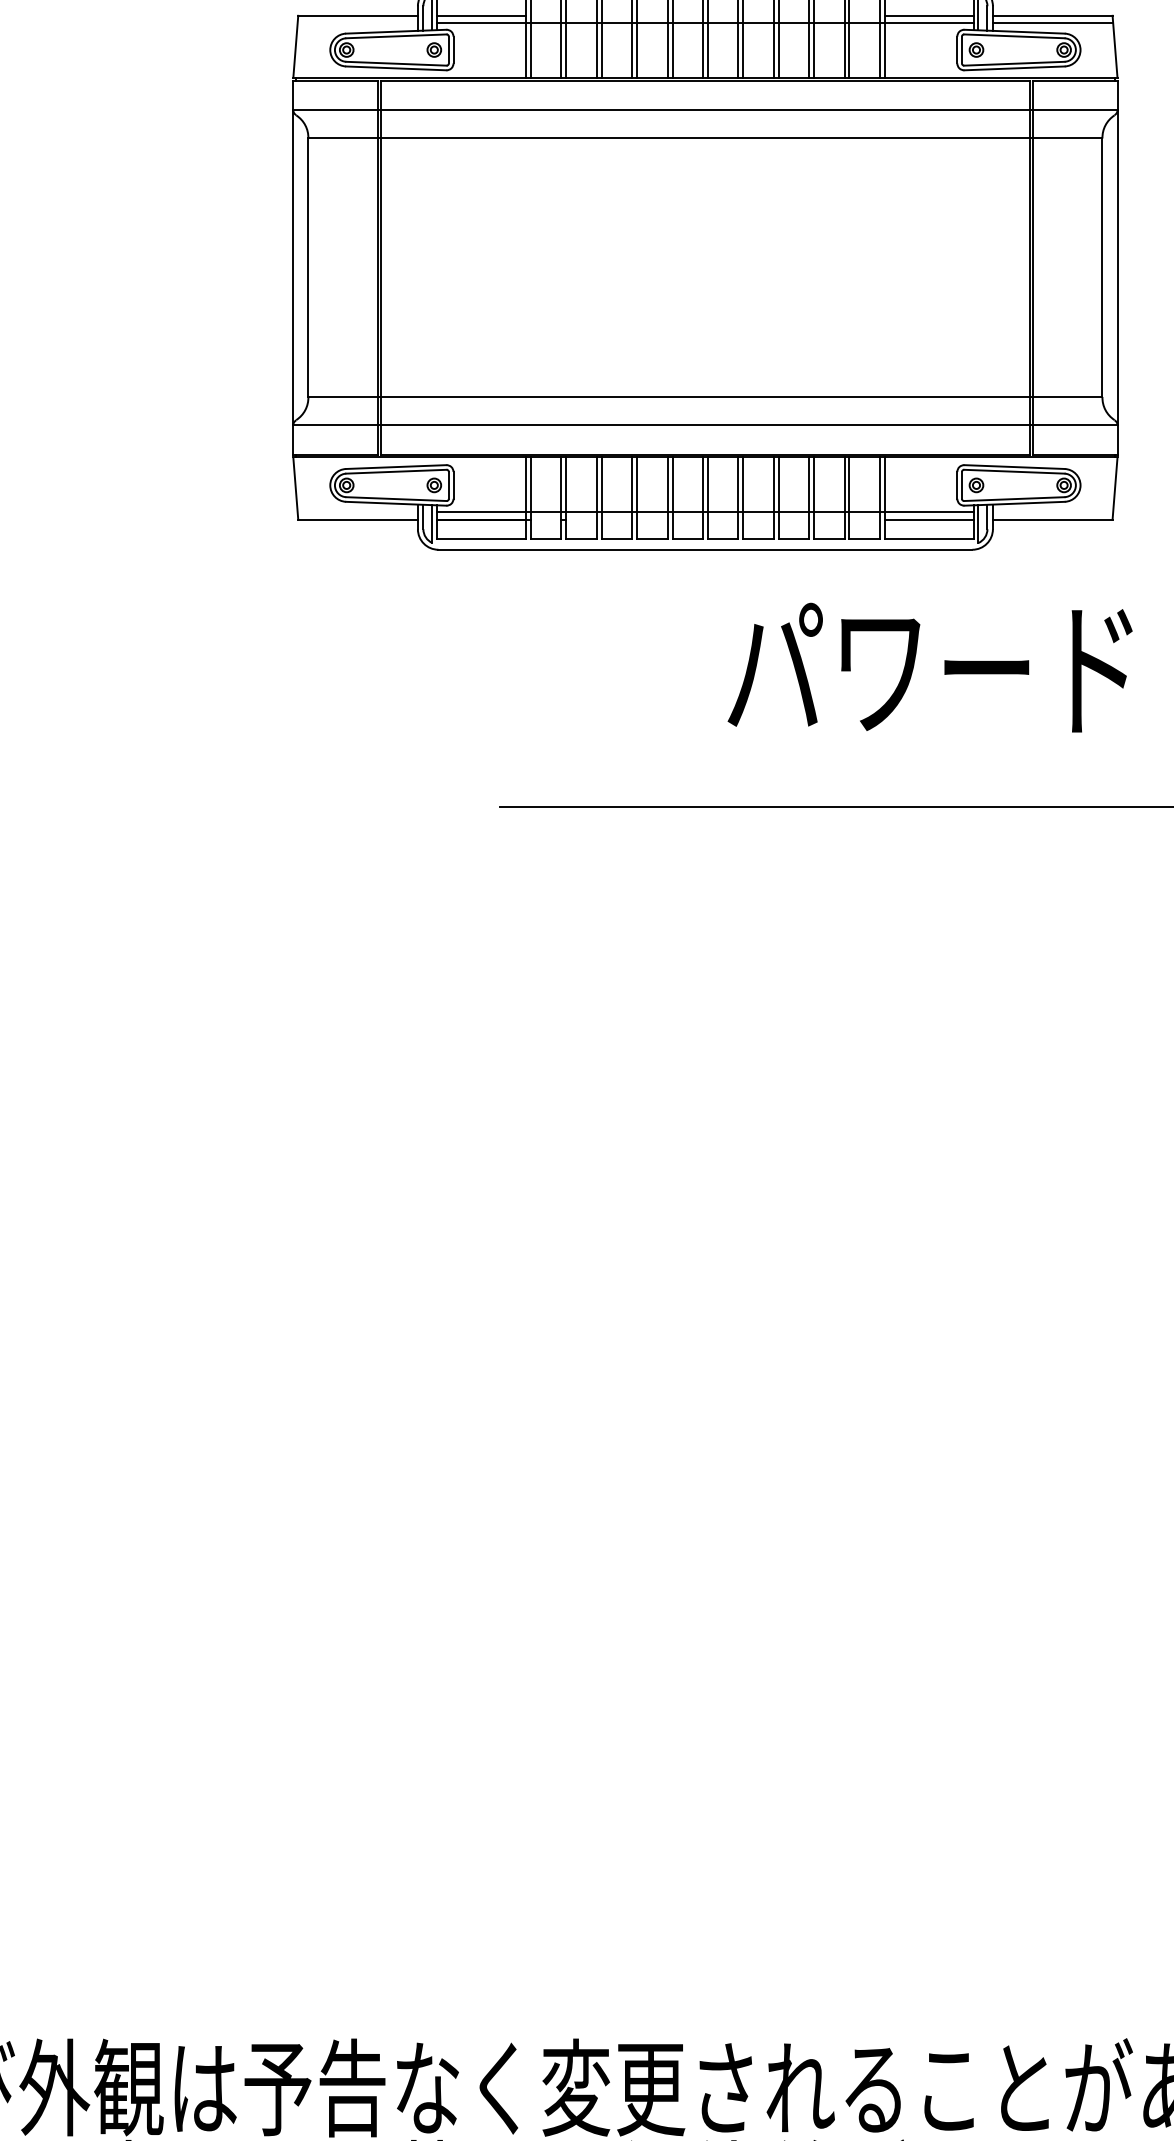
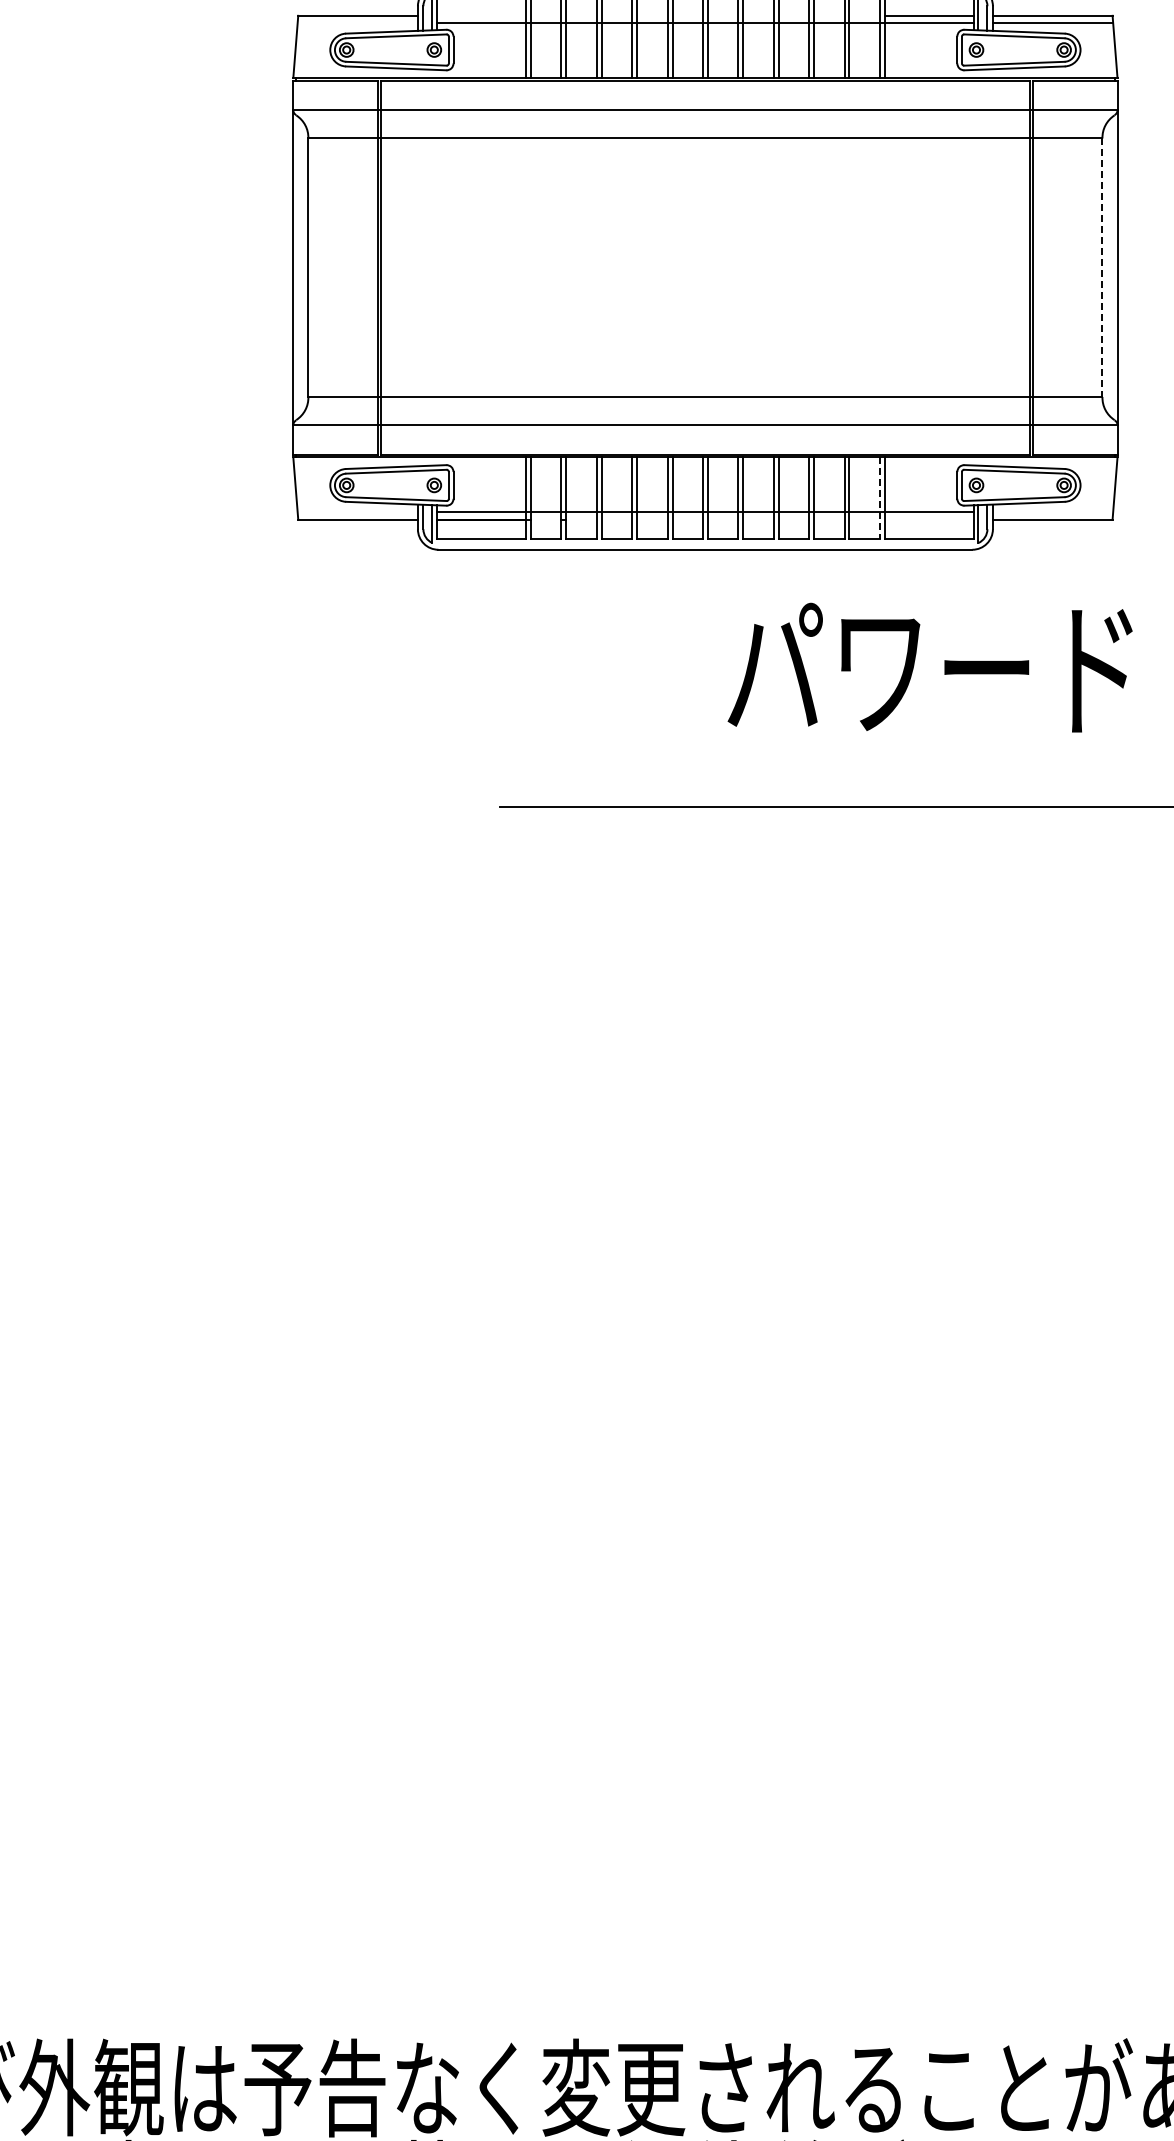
line at (481, 15): present -> none
line at (1102, 268): solid -> dashed
line at (879, 498): solid -> dashed
line at (928, 519): present -> none
